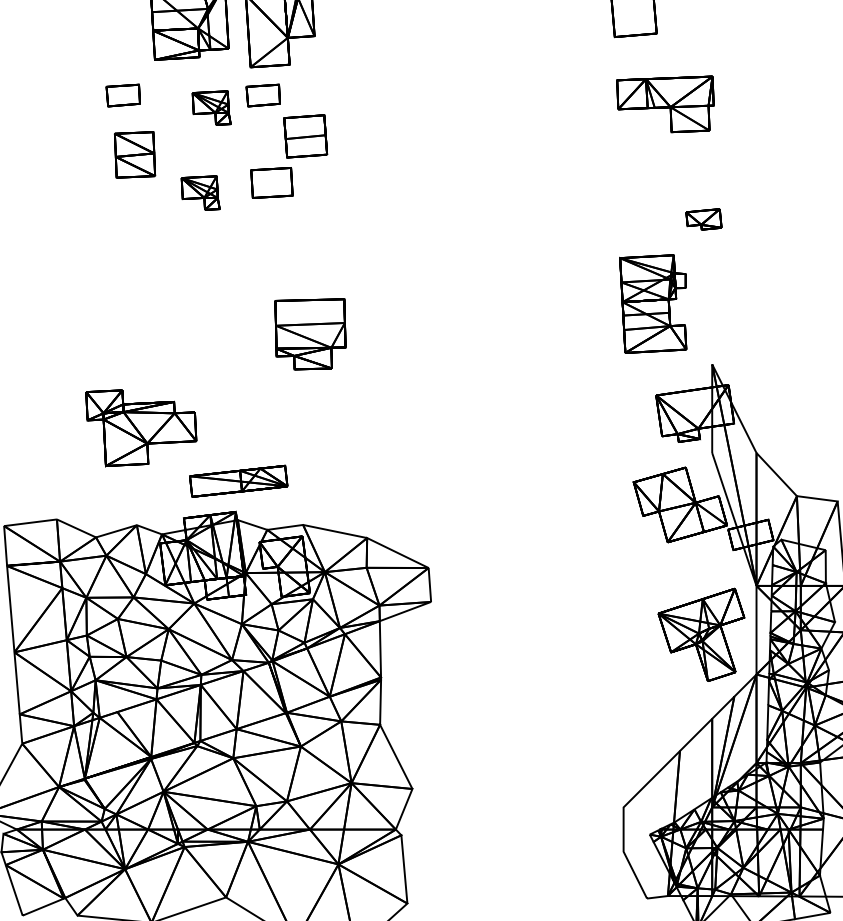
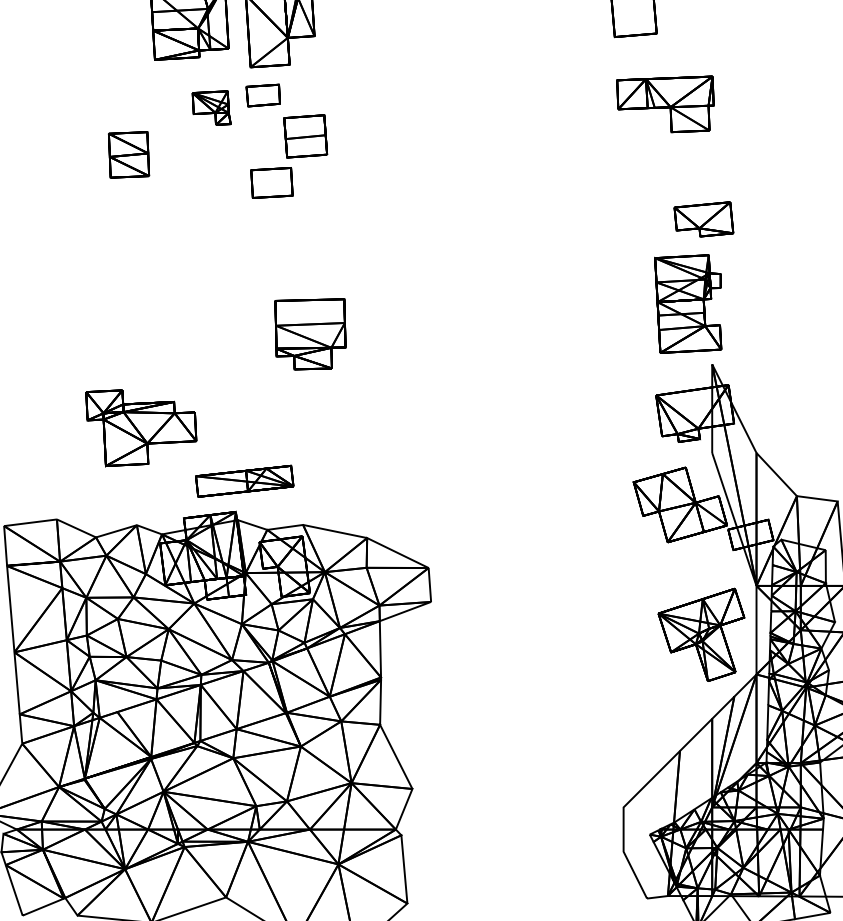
part at (122, 95): present -> none
part at (135, 154) position: (135, 154) -> (129, 154)
part at (200, 192): present -> none
part at (703, 219) size: 38x23 px -> 62x37 px
part at (653, 303) position: (653, 303) -> (688, 303)
part at (238, 480) position: (238, 480) -> (244, 480)
